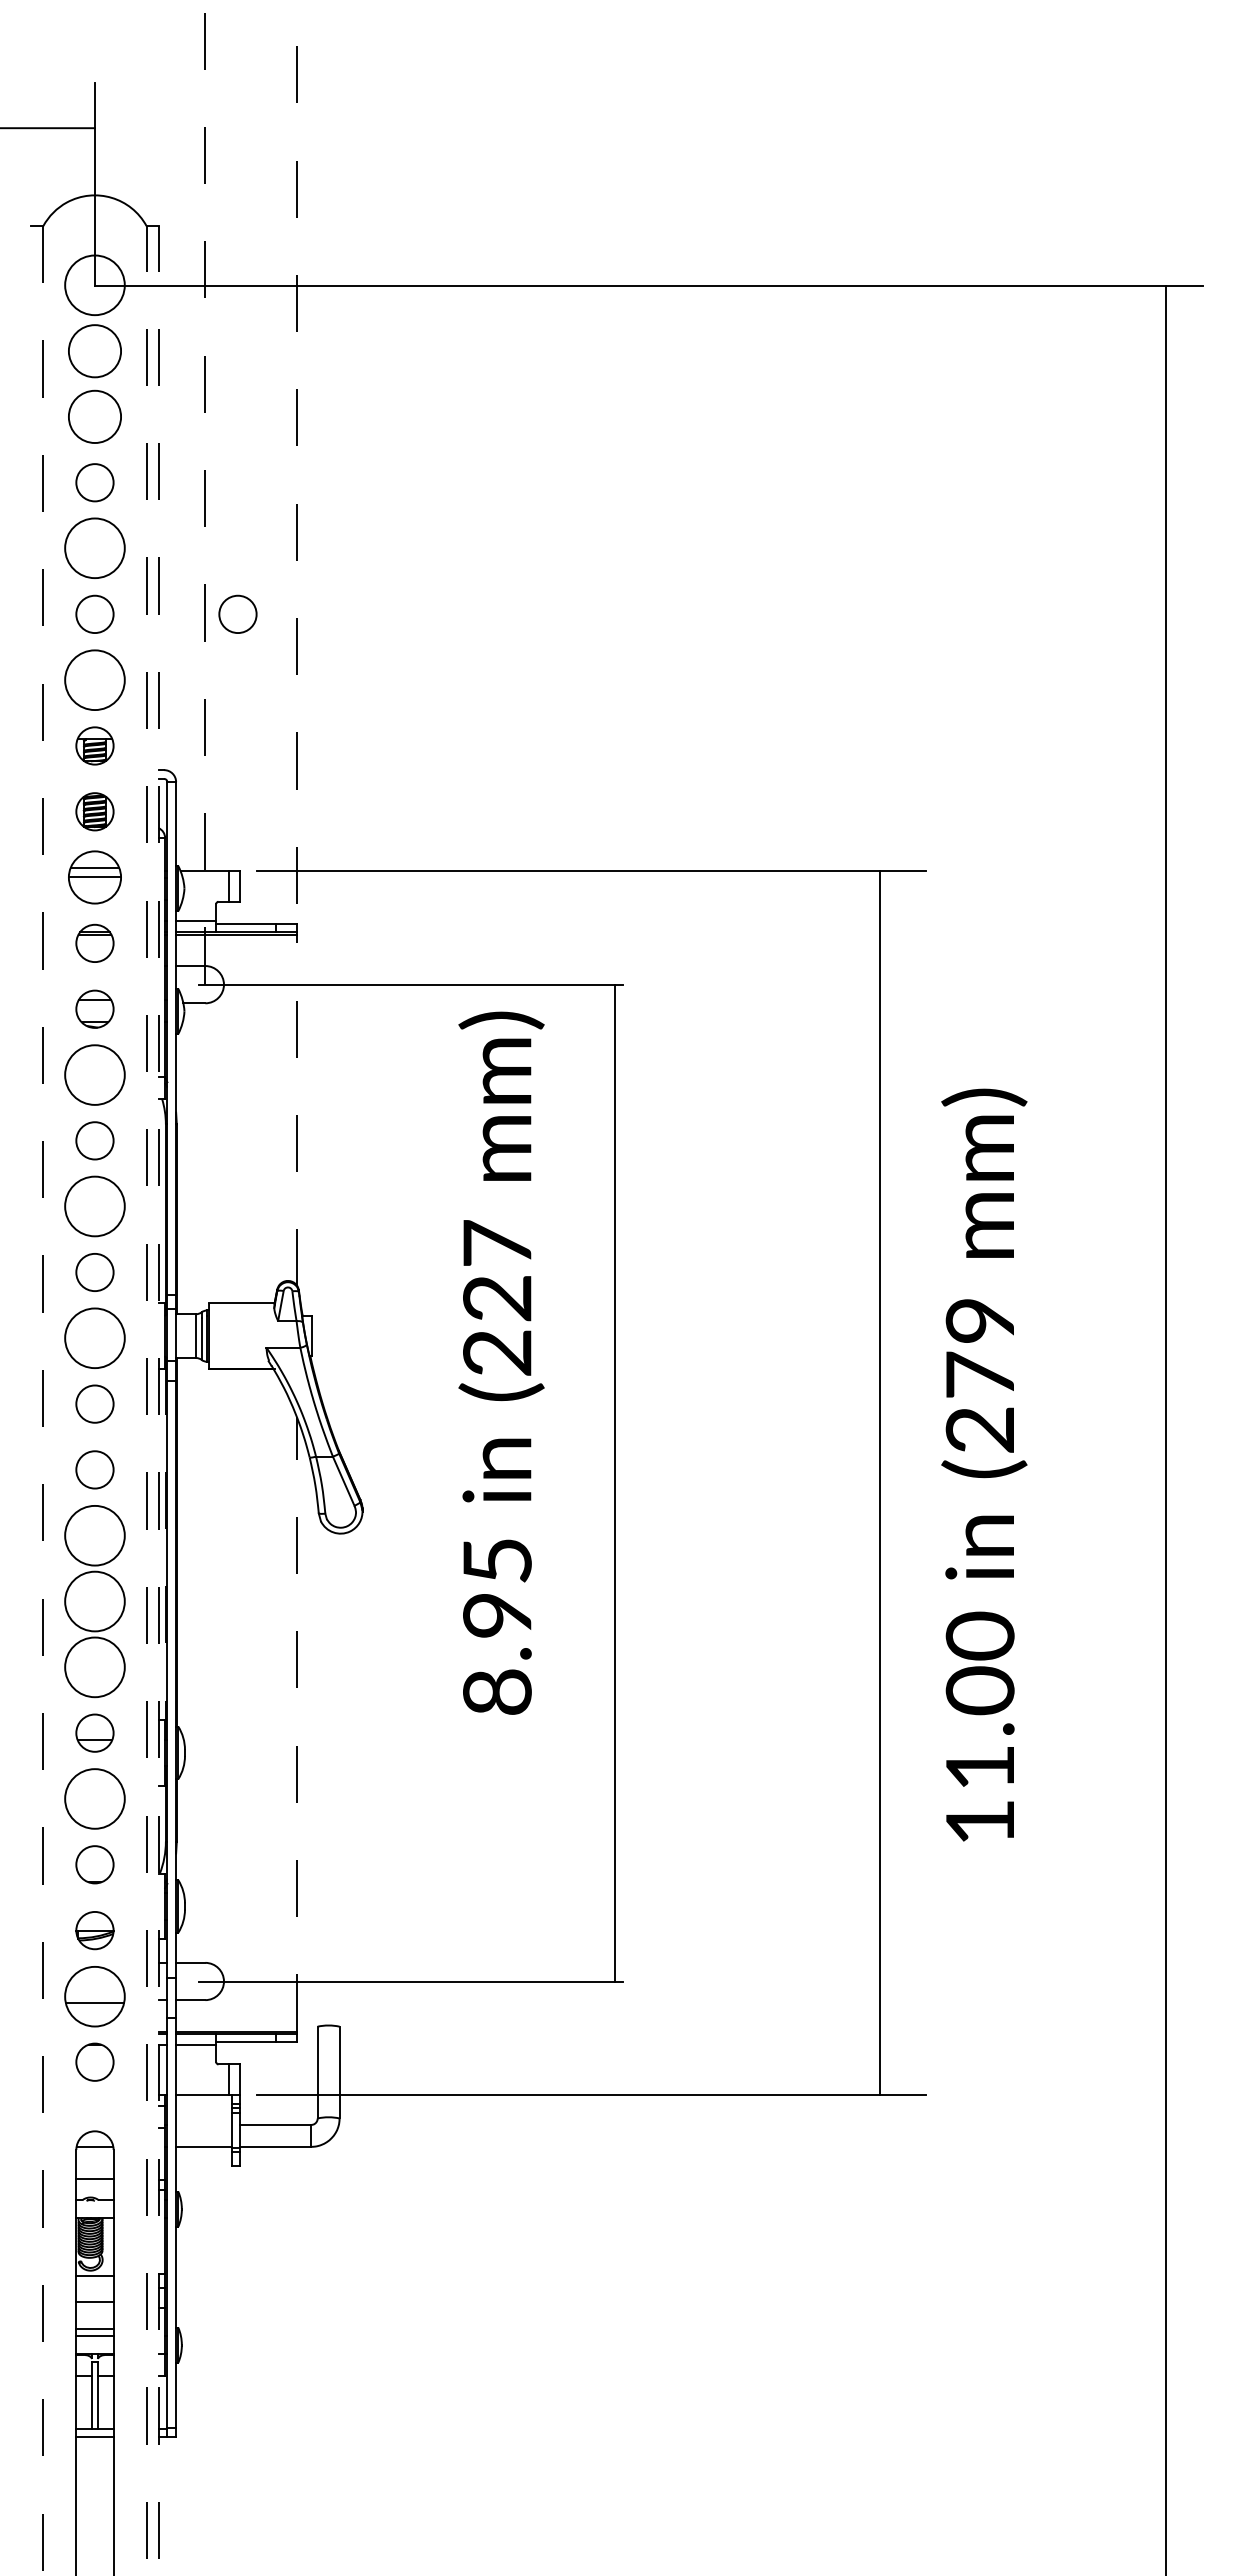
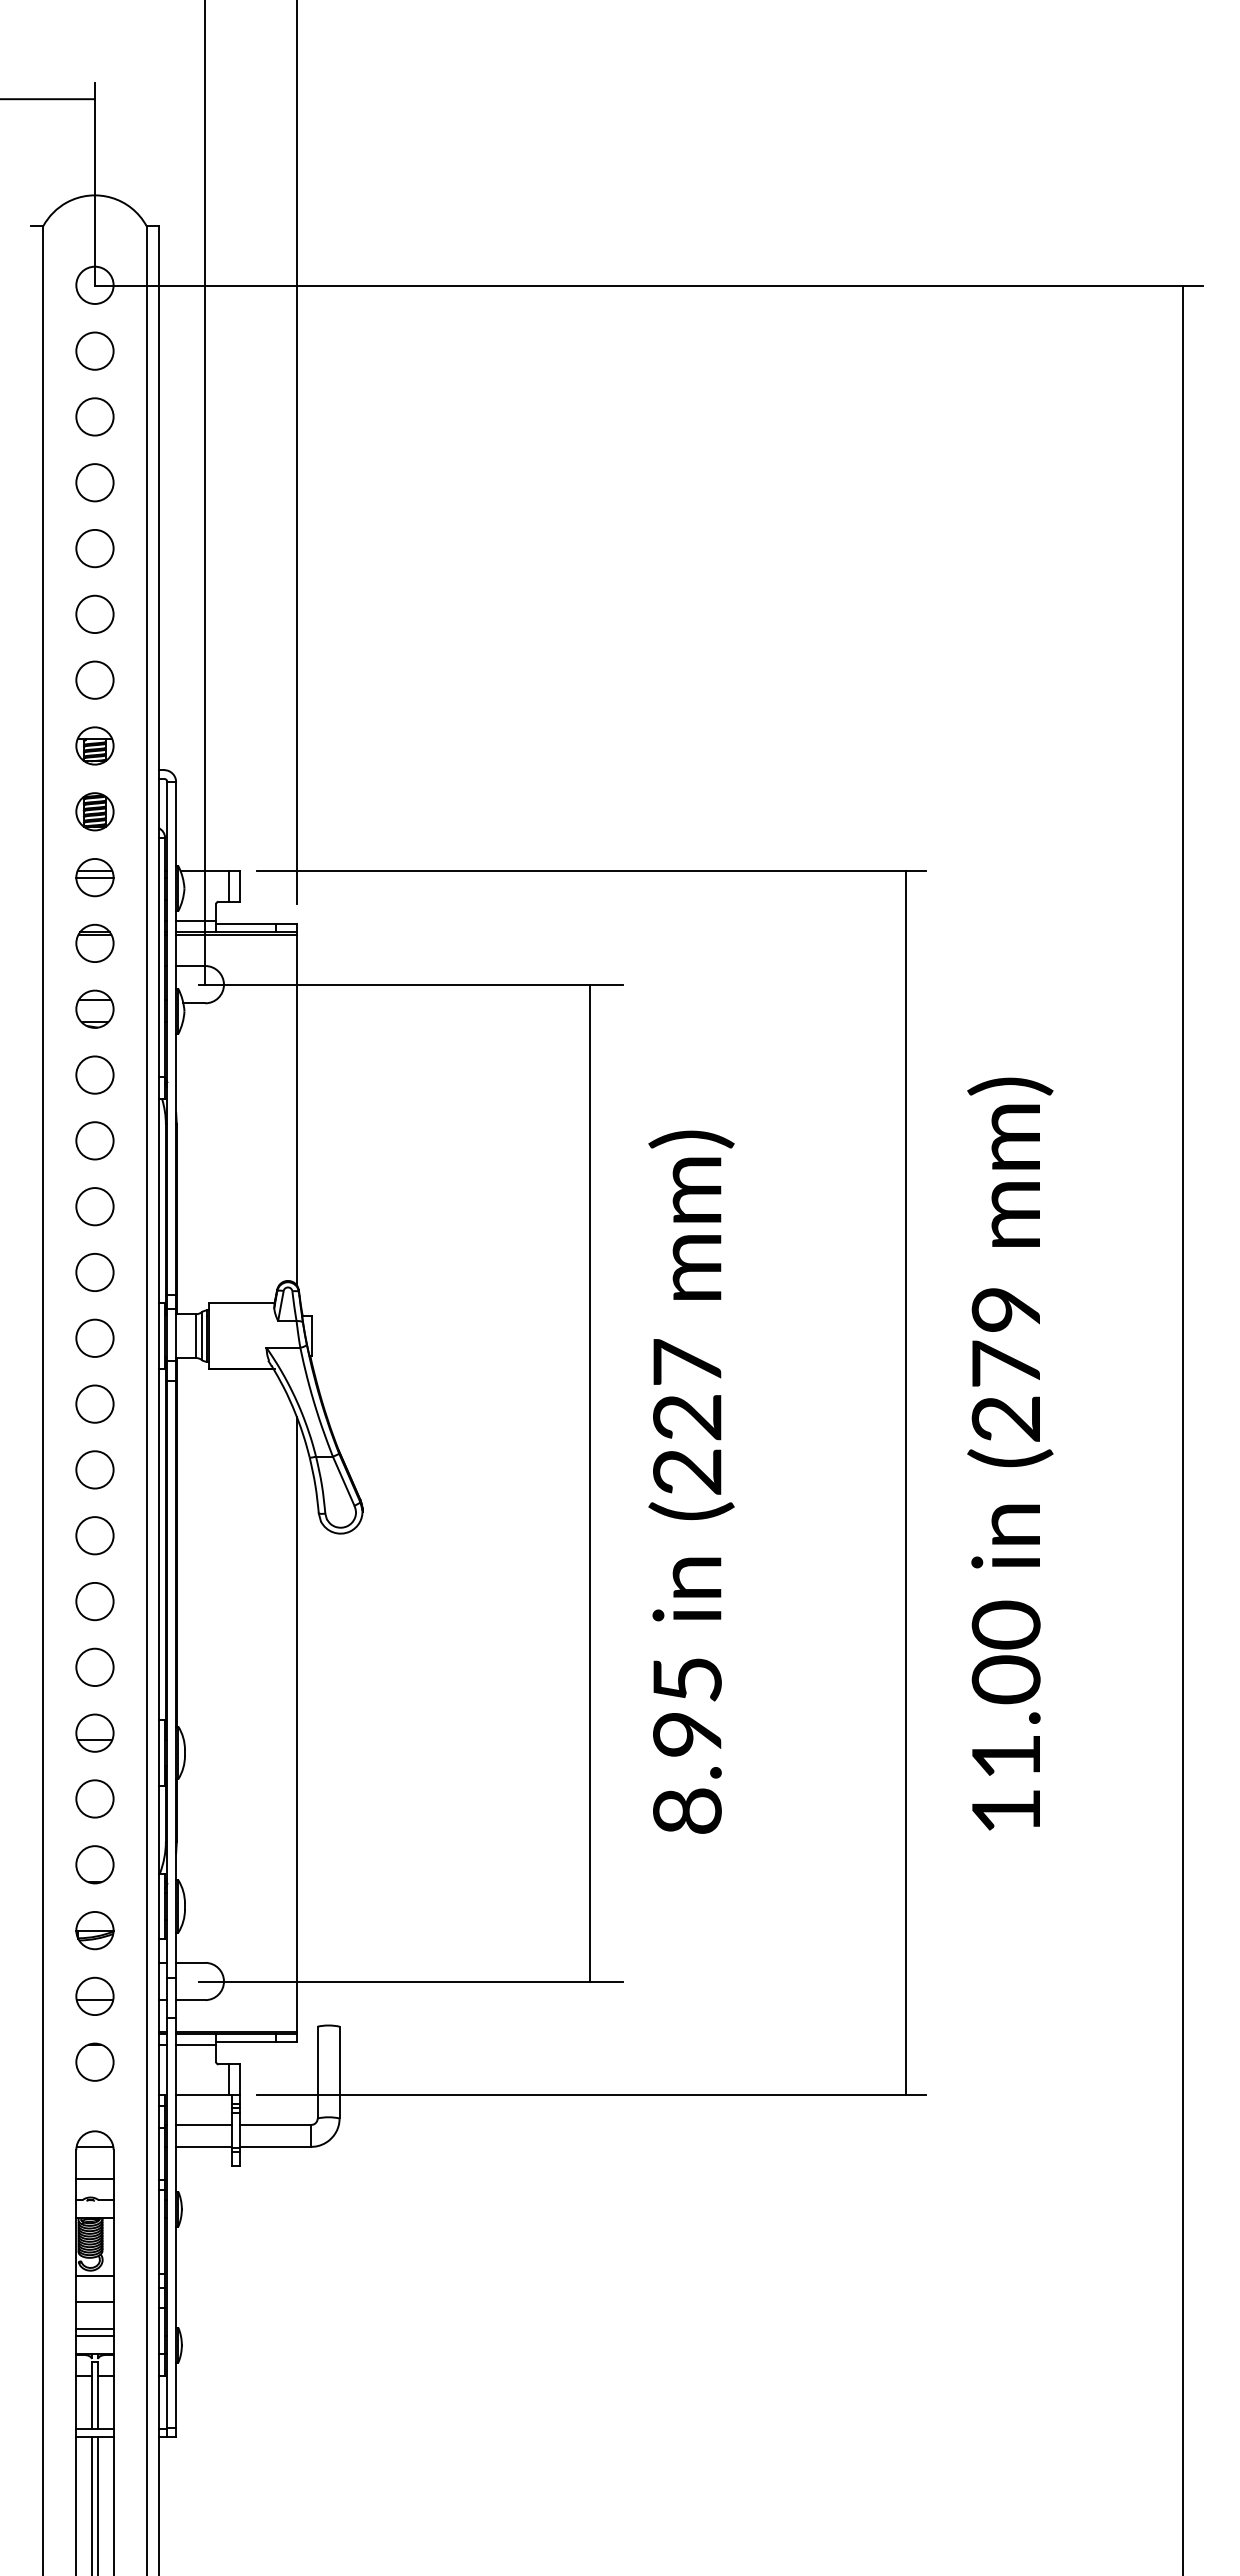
line at (48, 128) position: (48, 128) -> (48, 99)
circle at (94, 285) diameter: 60 px -> 37 px
circle at (94, 351) size: 54x55 px -> 40x40 px
circle at (94, 416) size: 54x55 px -> 40x40 px
line at (297, 451): dashed -> solid
line at (205, 492): dashed -> solid
circle at (94, 547) size: 62x62 px -> 40x40 px
circle at (237, 613): present -> none
circle at (94, 680) diameter: 60 px -> 37 px
part at (94, 877) size: 54x55 px -> 40x40 px
circle at (94, 1074) diameter: 60 px -> 37 px
line at (297, 1110): dashed -> solid
circle at (94, 1206) size: 62x63 px -> 40x40 px
circle at (94, 1338) diameter: 60 px -> 37 px
text at (501, 1362) position: (501, 1362) -> (691, 1481)
line at (43, 1400): dashed -> solid
line at (146, 1400): dashed -> solid
line at (158, 1400): dashed -> solid
line at (1165, 1428) position: (1165, 1428) -> (1182, 1428)
text at (984, 1464) position: (984, 1464) -> (1010, 1453)
line at (614, 1482) position: (614, 1482) -> (589, 1482)
line at (879, 1483) position: (879, 1483) -> (905, 1483)
circle at (94, 1535) diameter: 60 px -> 37 px
line at (165, 1549): dashed -> solid
circle at (94, 1601) diameter: 60 px -> 37 px
circle at (94, 1667) diameter: 60 px -> 37 px
line at (297, 1723): dashed -> solid
circle at (94, 1798) diameter: 60 px -> 37 px
part at (94, 1996) size: 62x62 px -> 40x40 px
line at (203, 2124): none -> present
line at (91, 2504): none -> present
line at (98, 2504): none -> present
